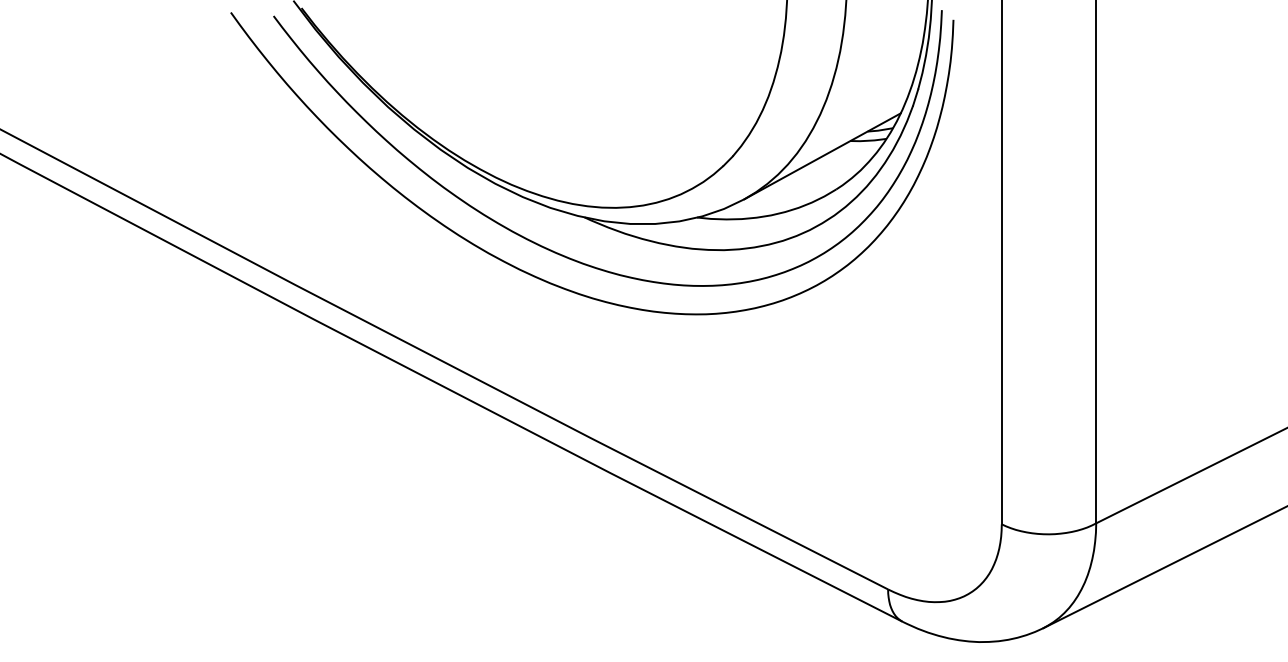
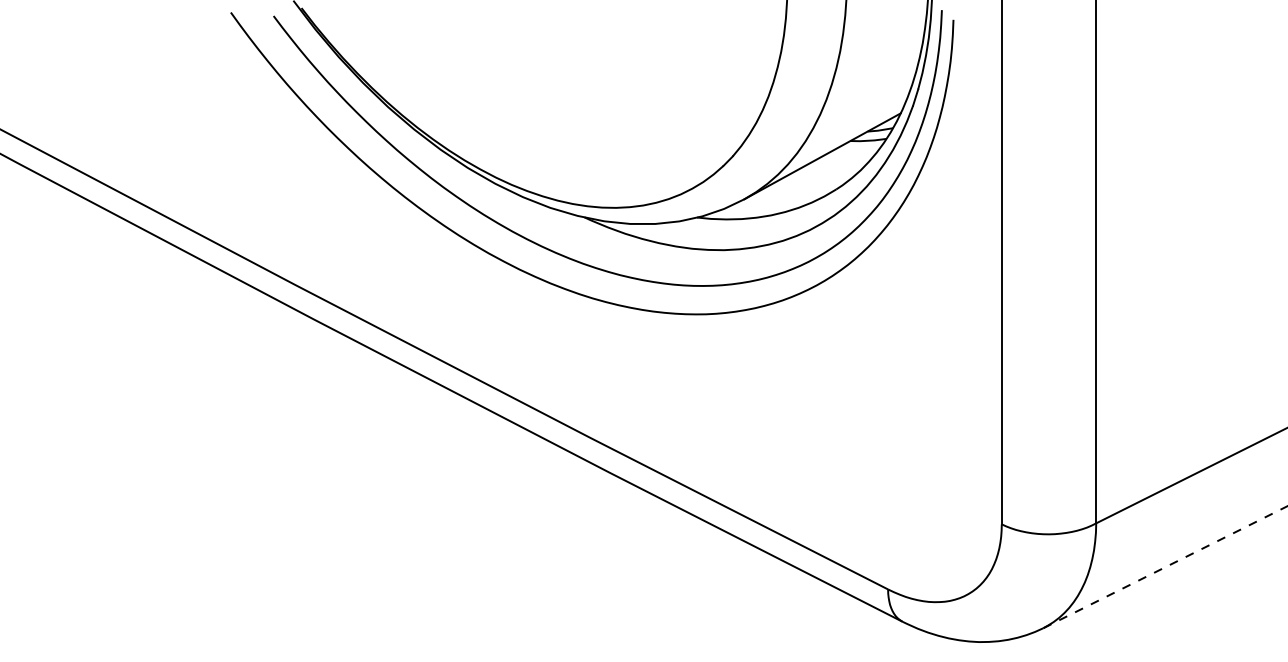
line at (1166, 566): solid -> dashed
